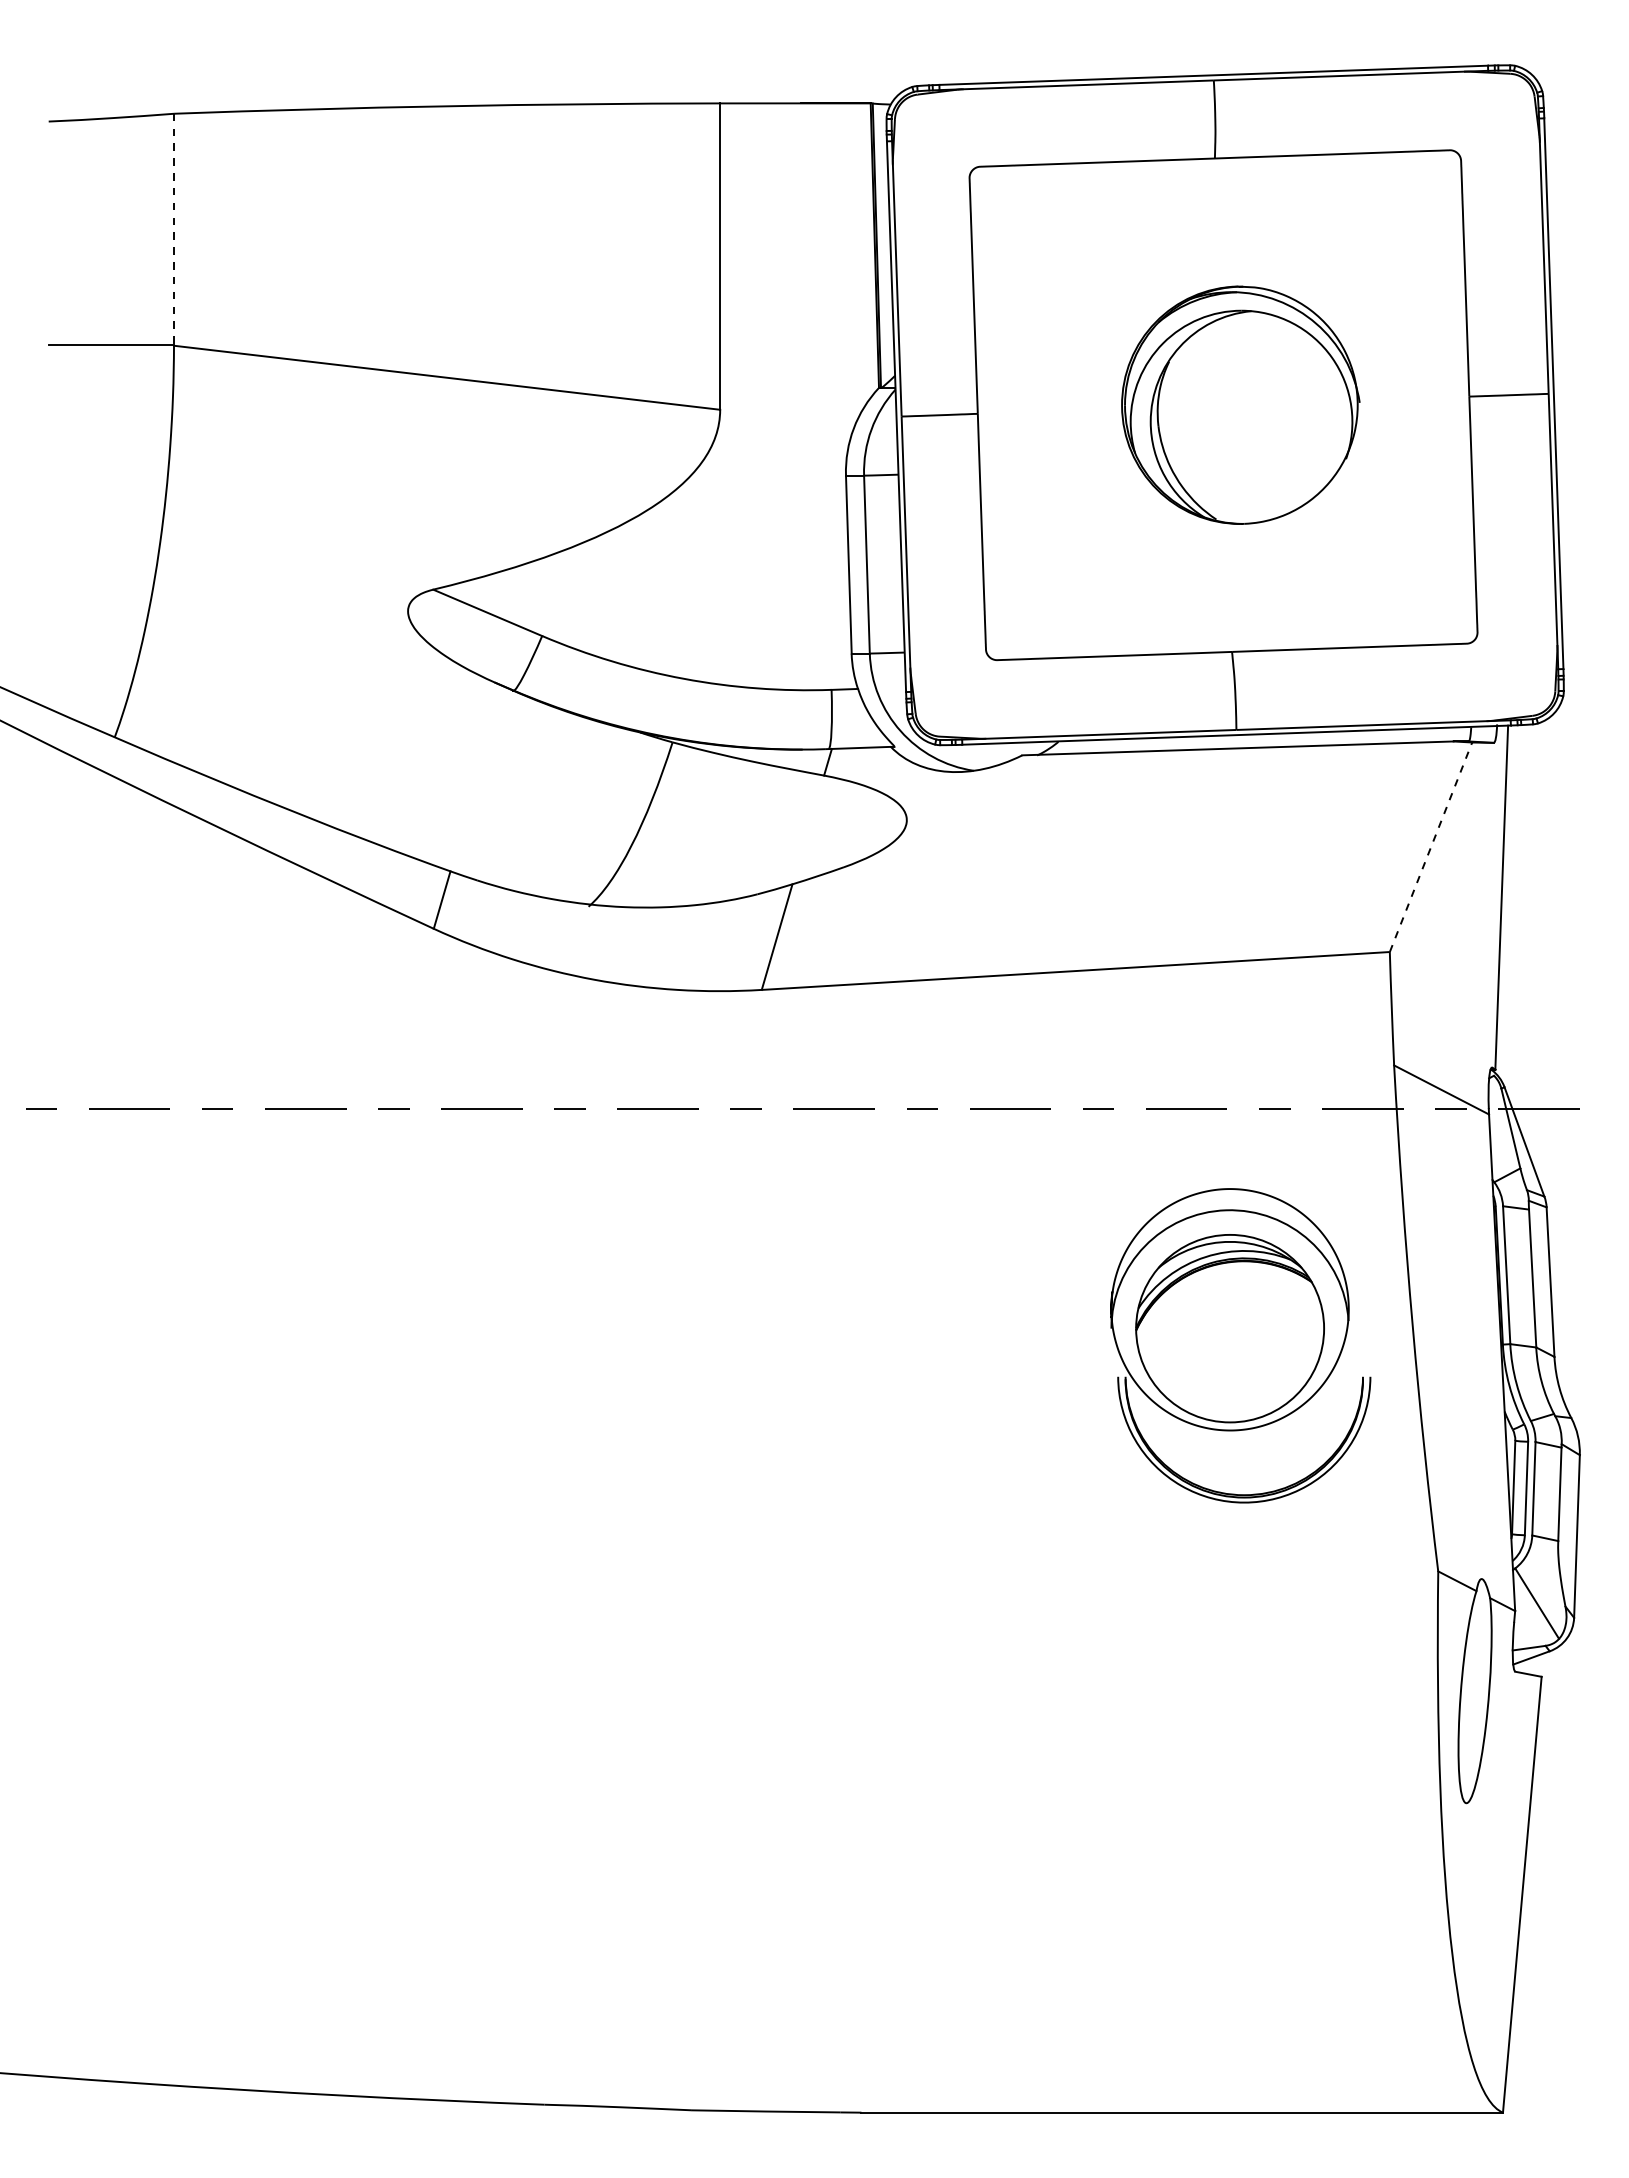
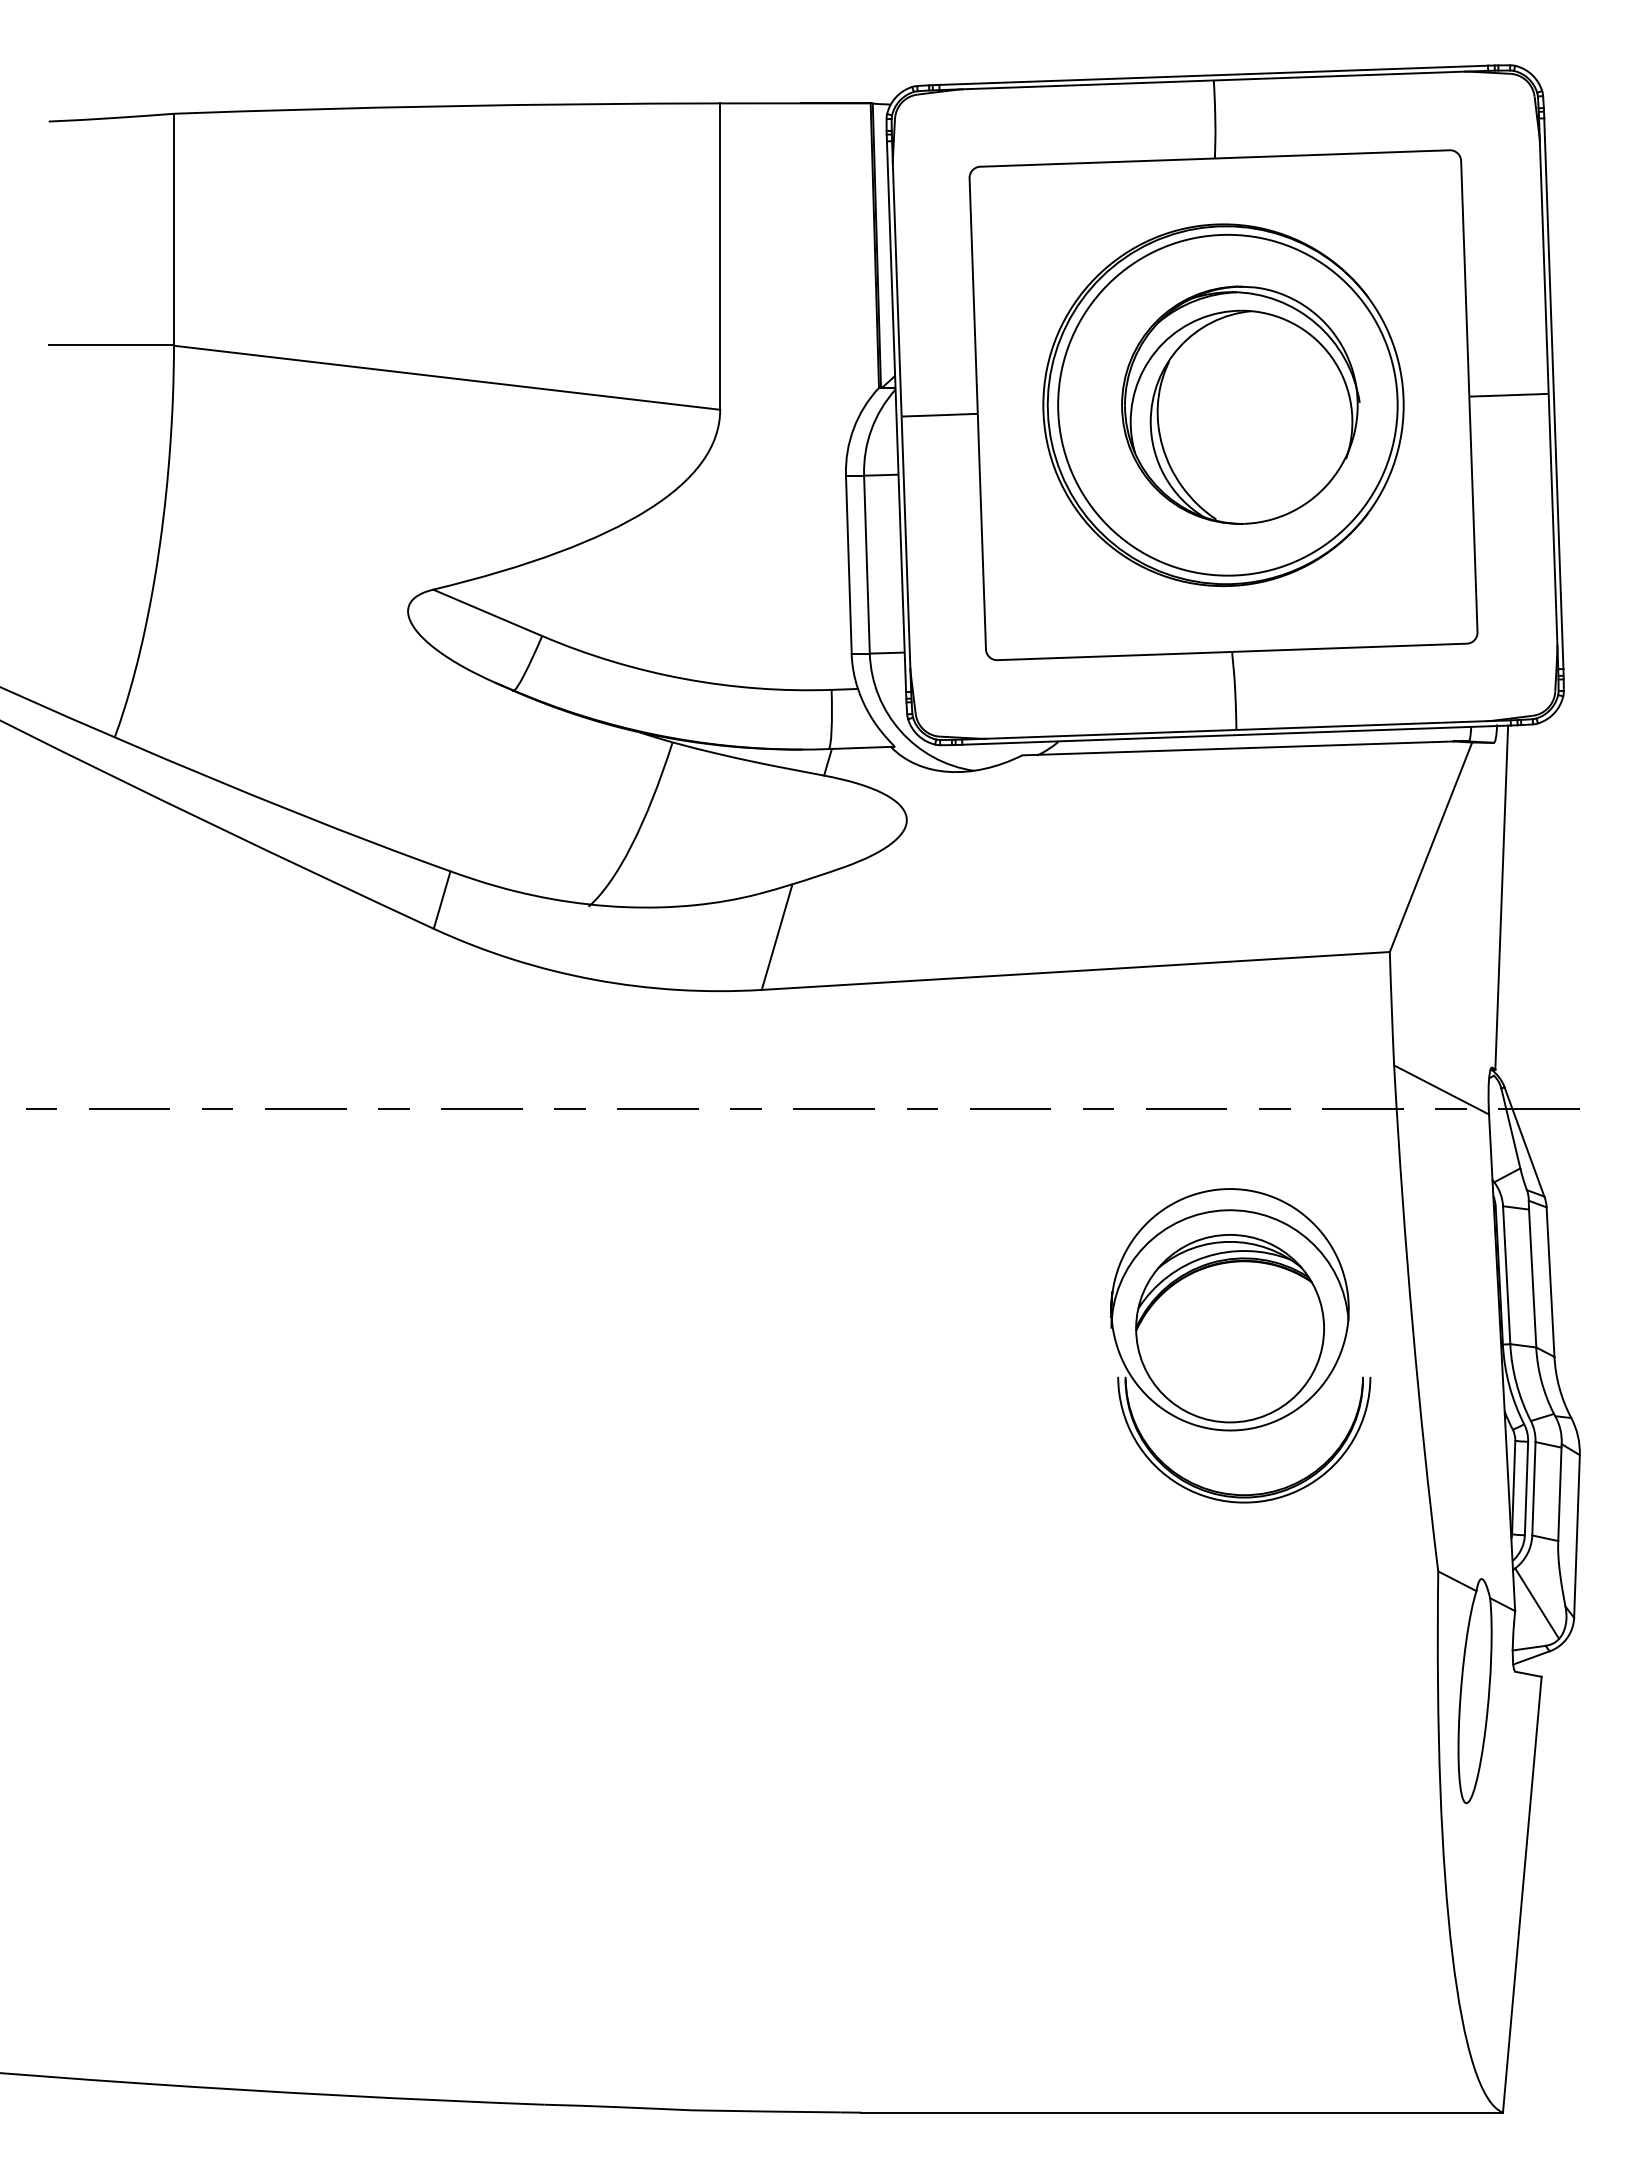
line at (174, 229): dashed -> solid
part at (1223, 404): none -> present
line at (1431, 847): dashed -> solid
